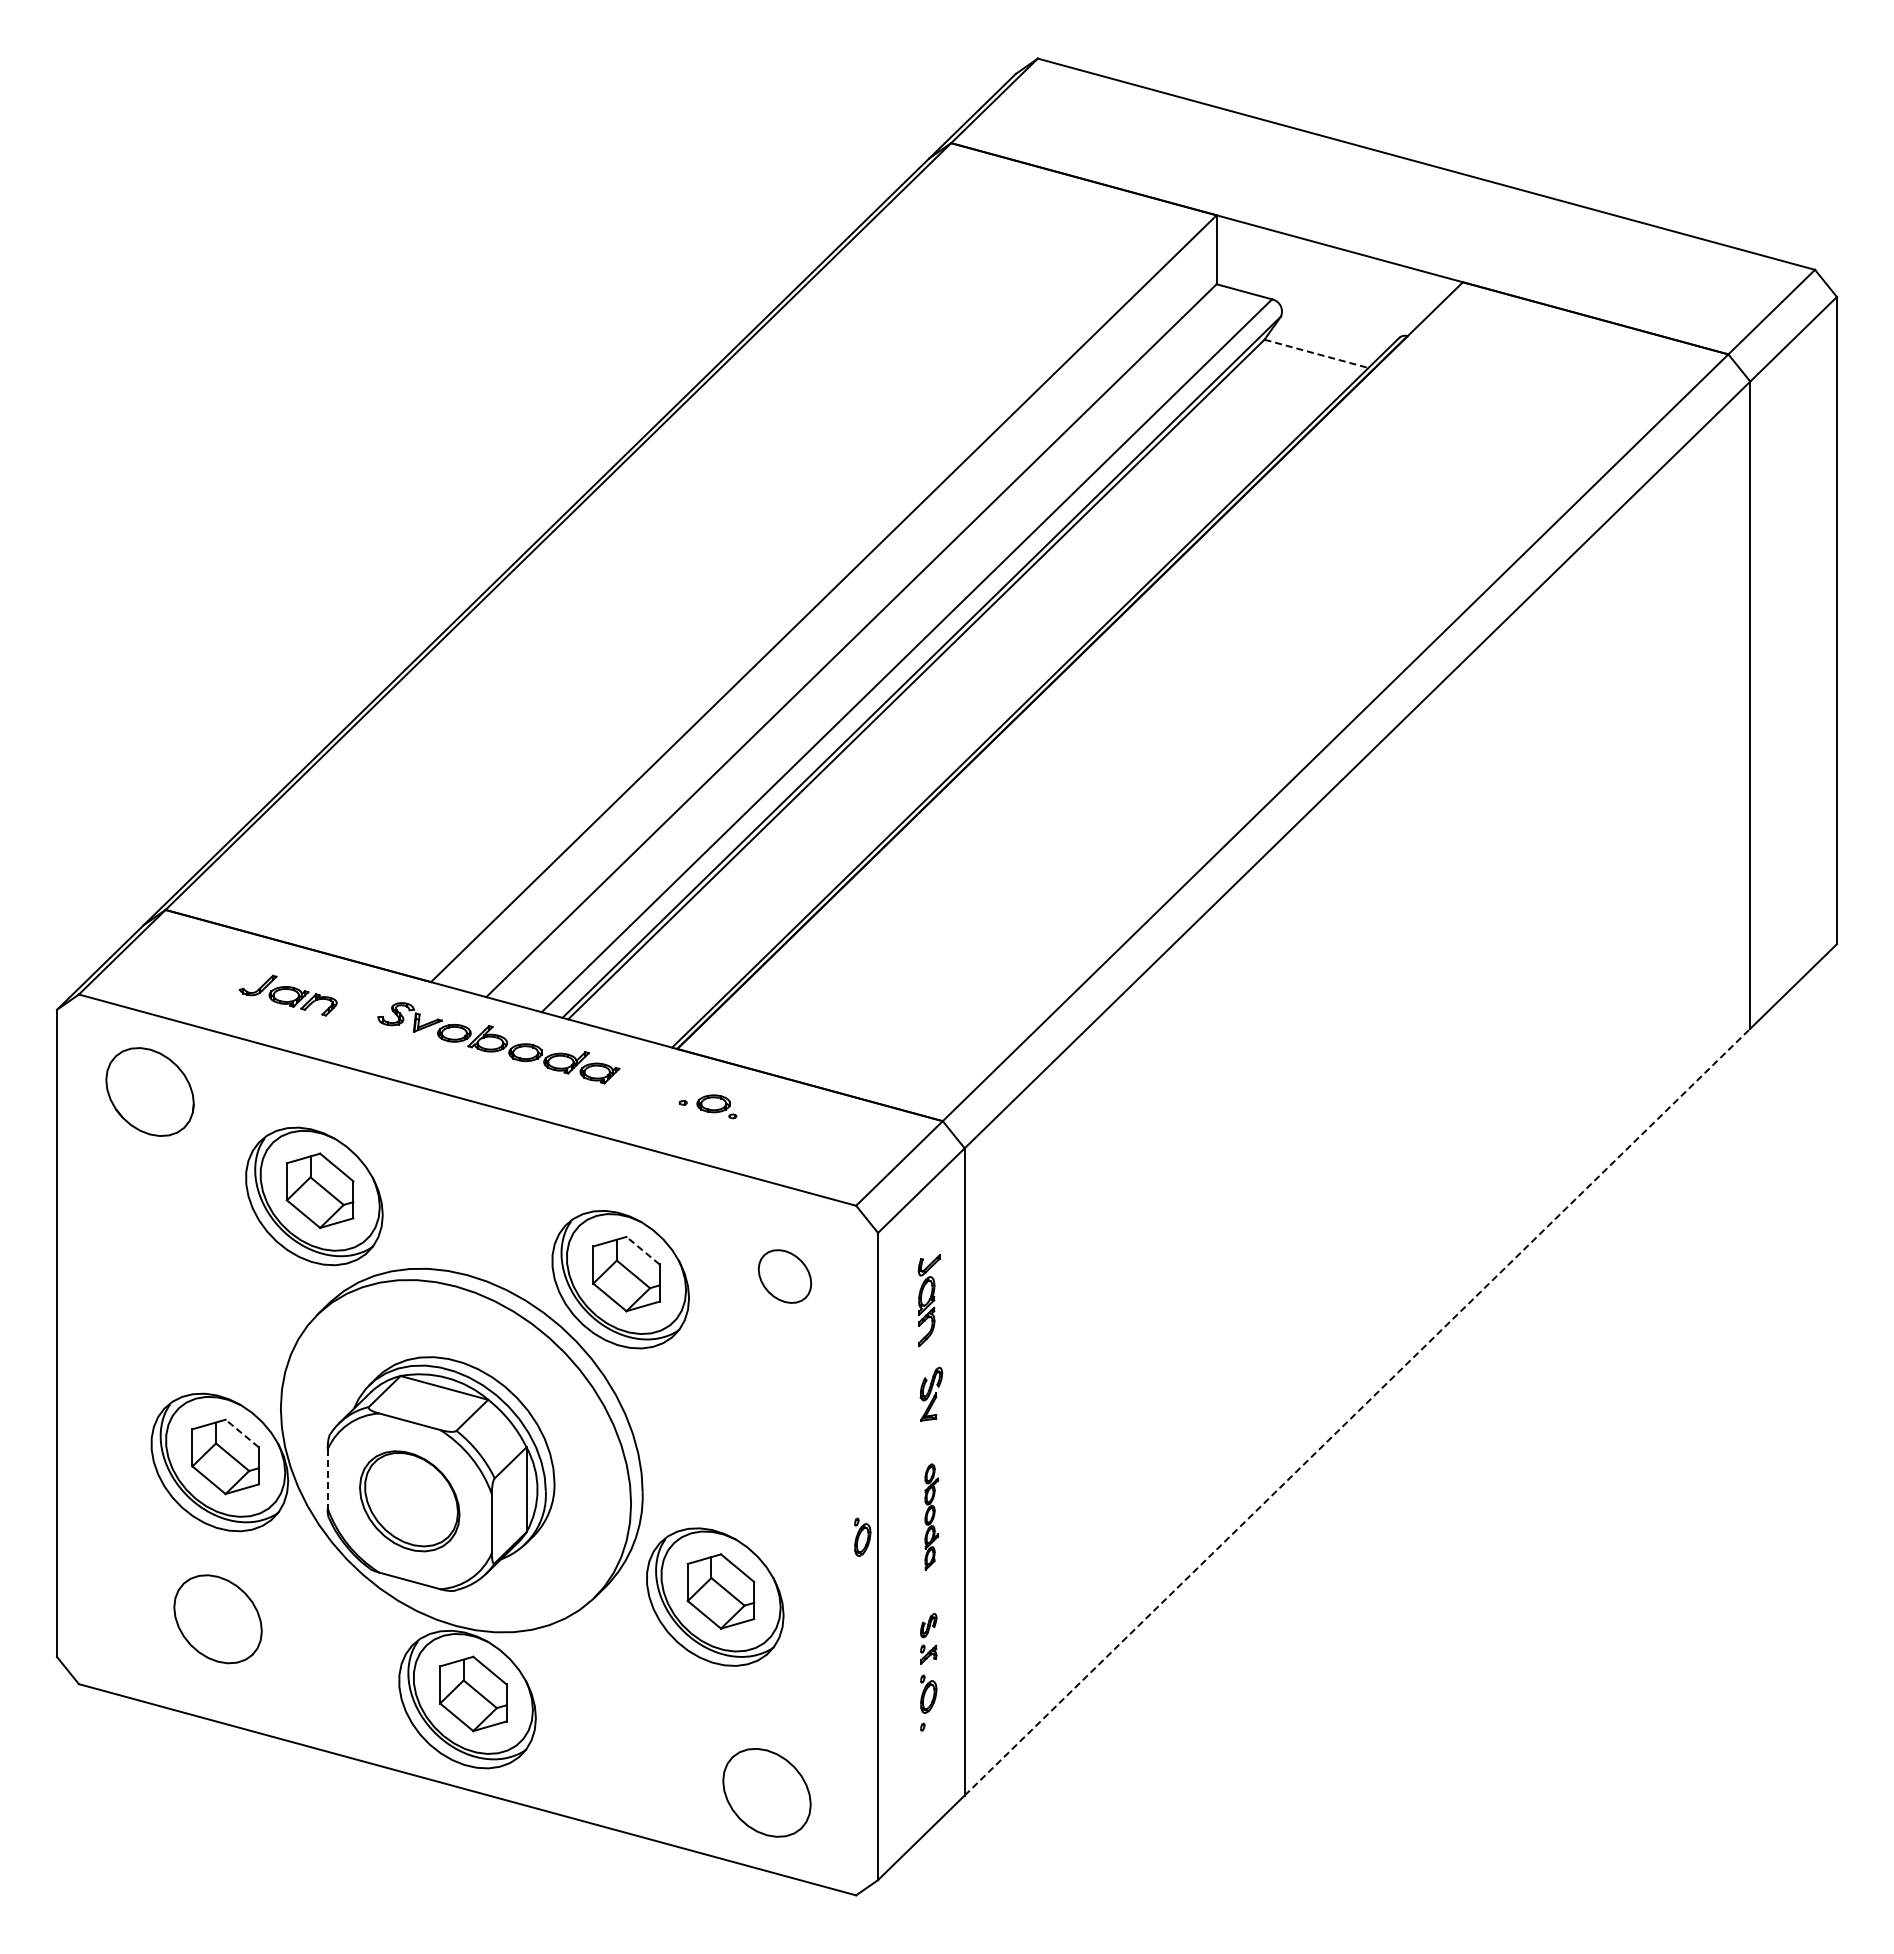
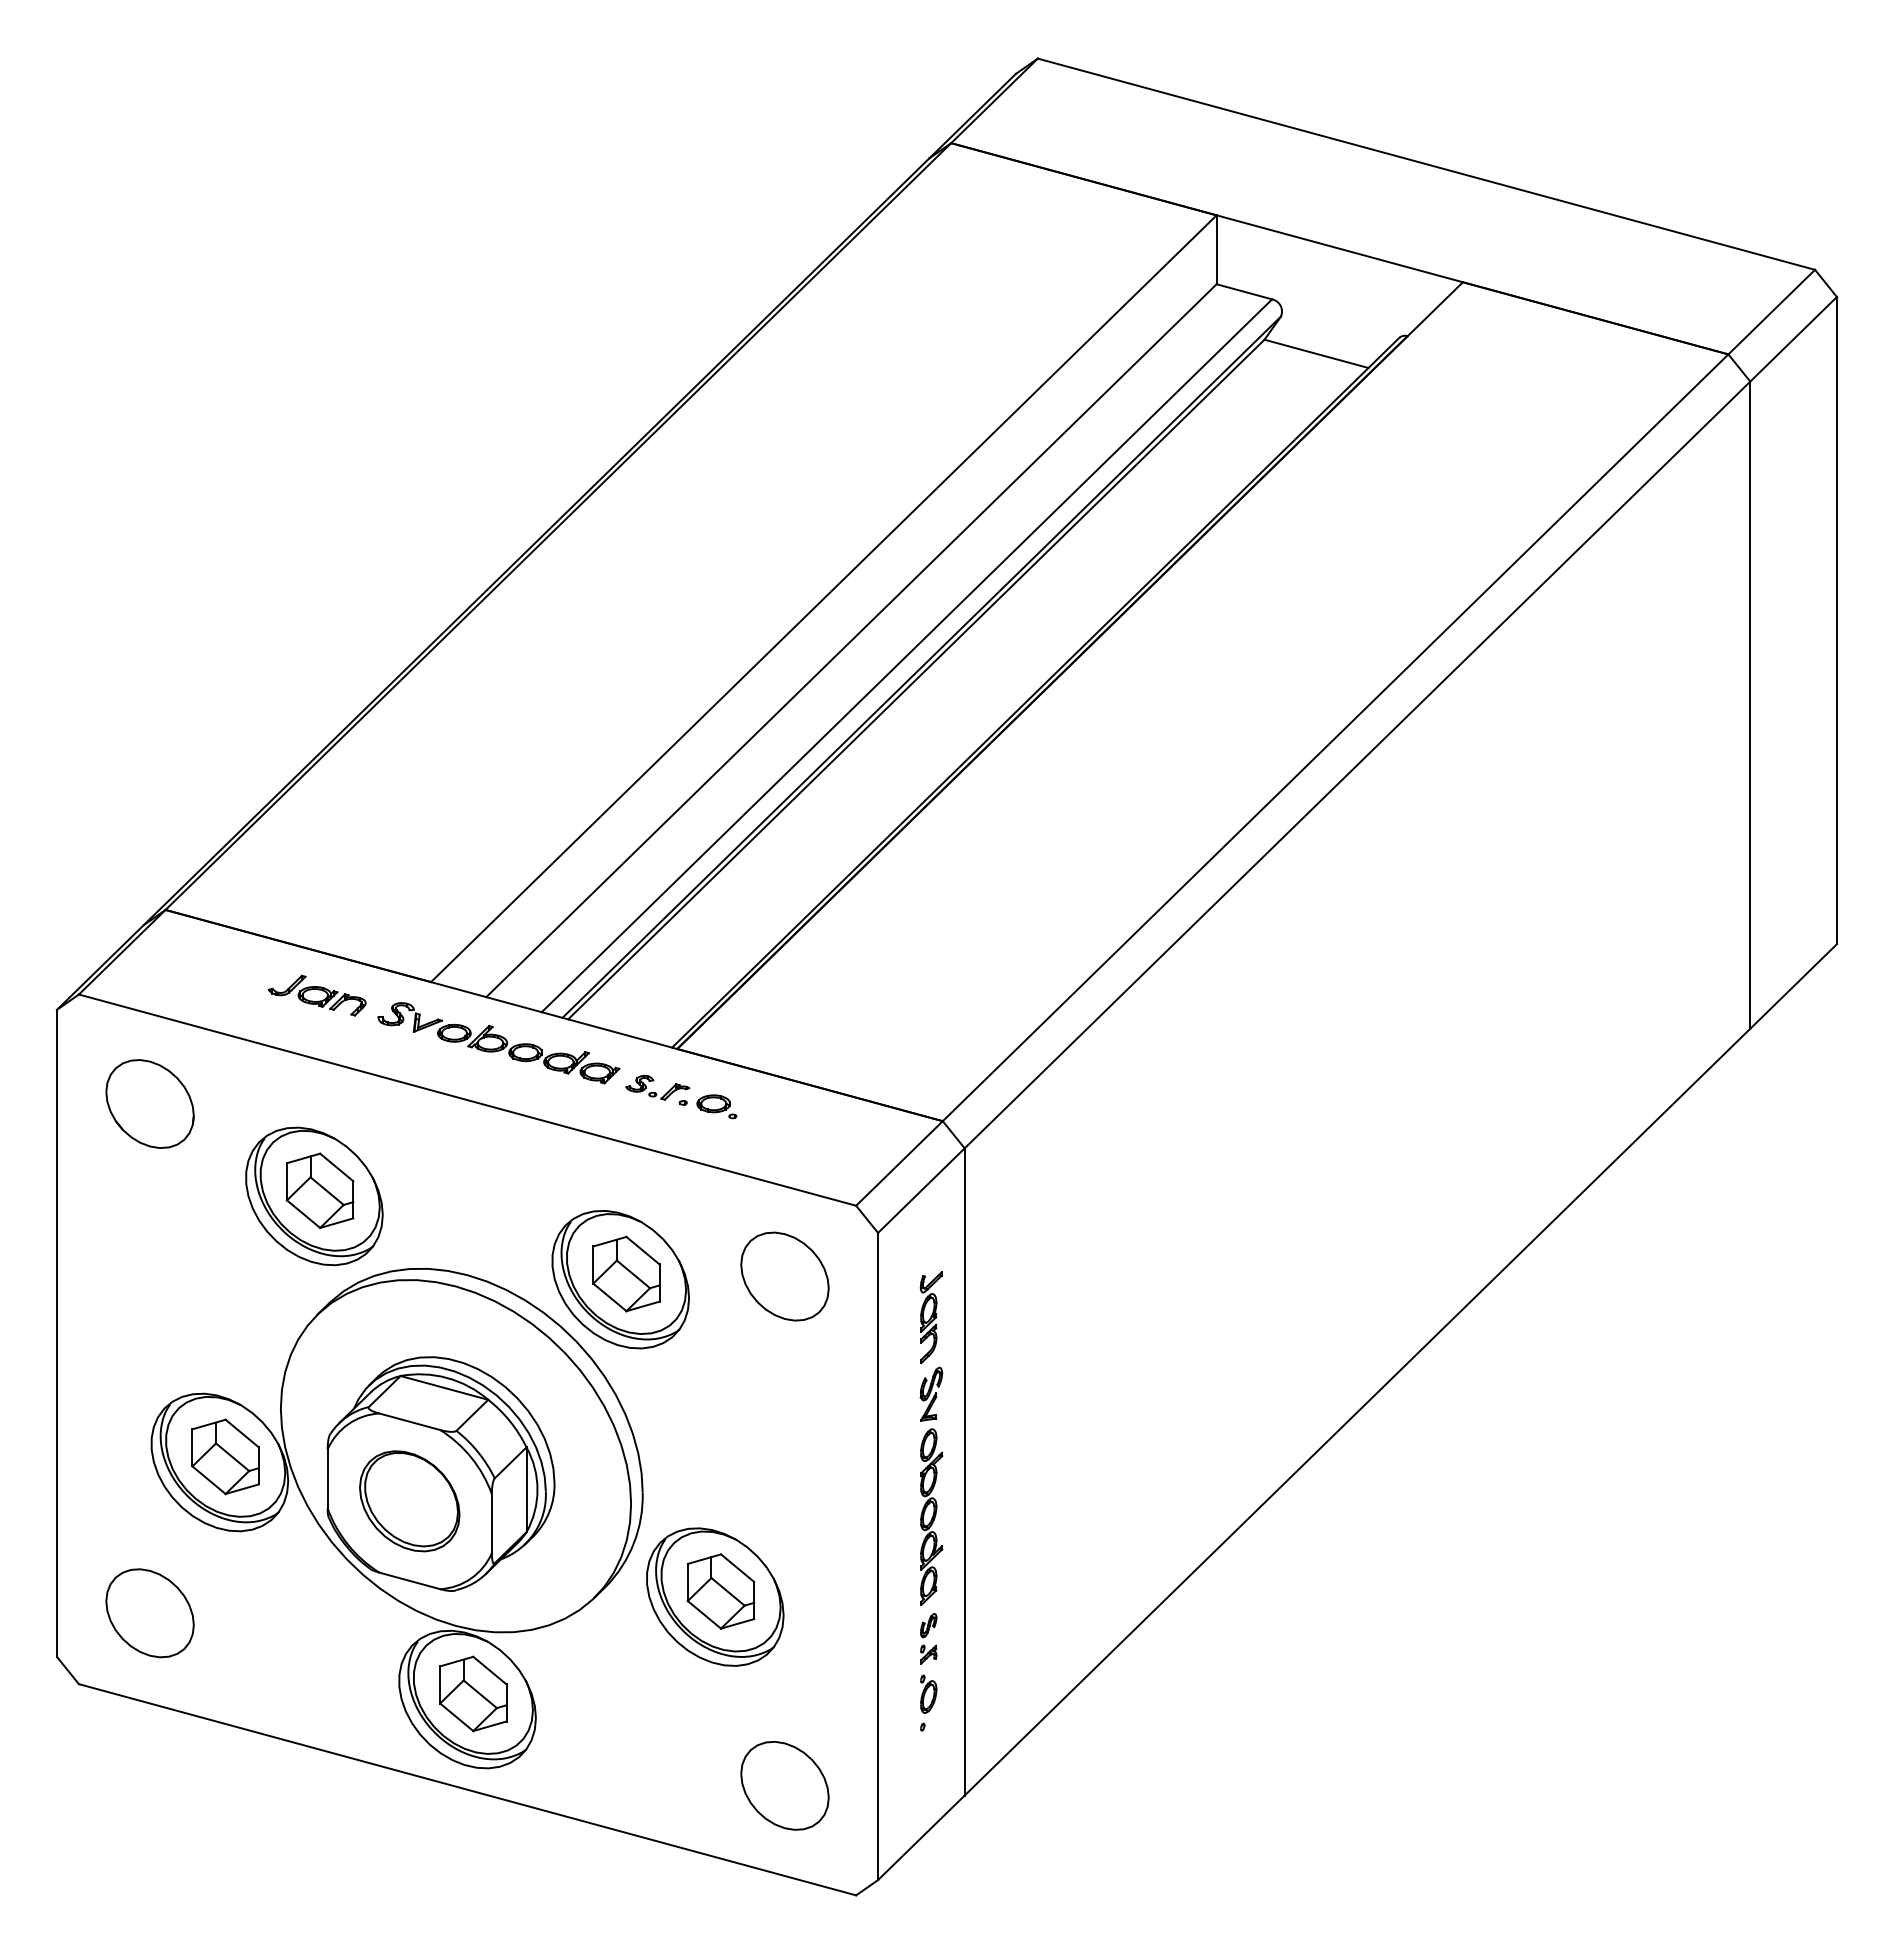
line at (1316, 353): dashed -> solid
part at (287, 995) position: (287, 995) -> (316, 995)
part at (657, 1087): none -> present
part at (149, 1091) position: (149, 1091) -> (149, 1103)
line at (643, 1250): dashed -> solid
part at (784, 1276) size: 56x55 px -> 90x91 px
part at (928, 1300) position: (928, 1300) -> (930, 1317)
line at (1357, 1412): dashed -> solid
line at (242, 1433): dashed -> solid
line at (327, 1479): dashed -> solid
part at (931, 1516) size: 16x108 px -> 24x178 px
part at (862, 1536): present -> none
part at (217, 1619) position: (217, 1619) -> (149, 1613)
part at (766, 1792) position: (766, 1792) -> (784, 1785)
